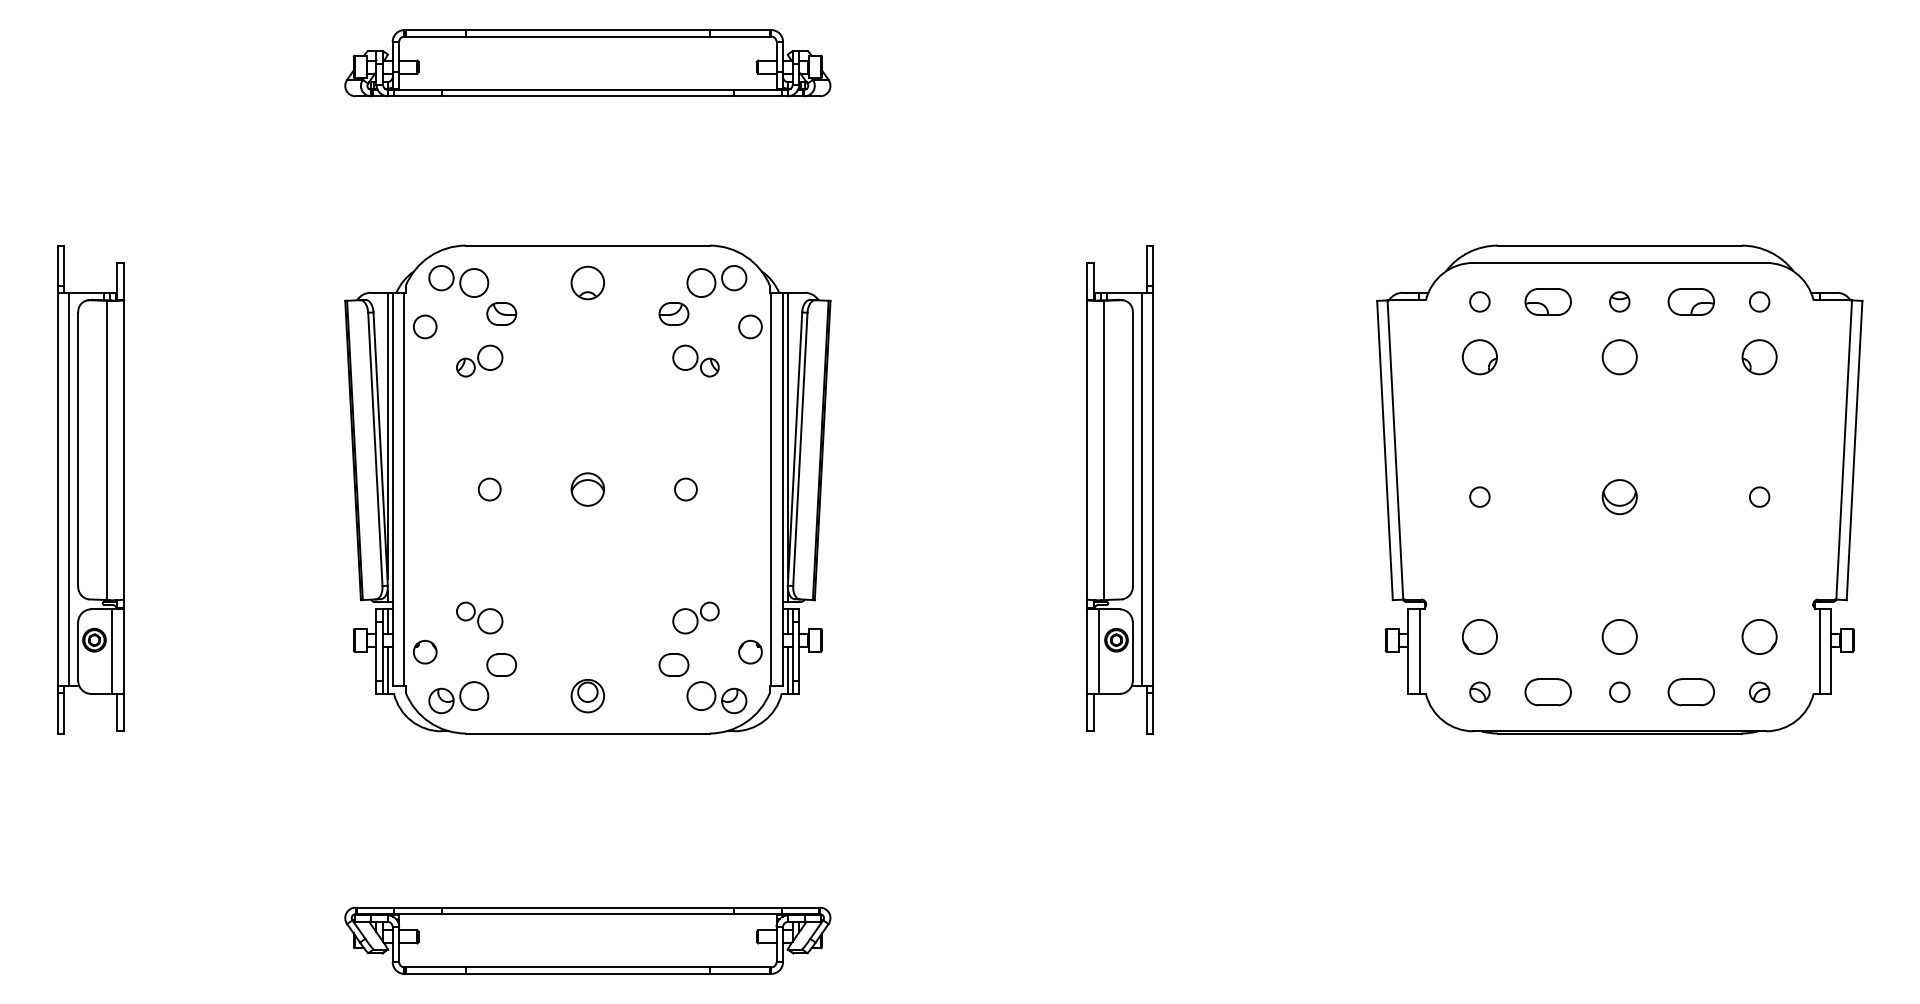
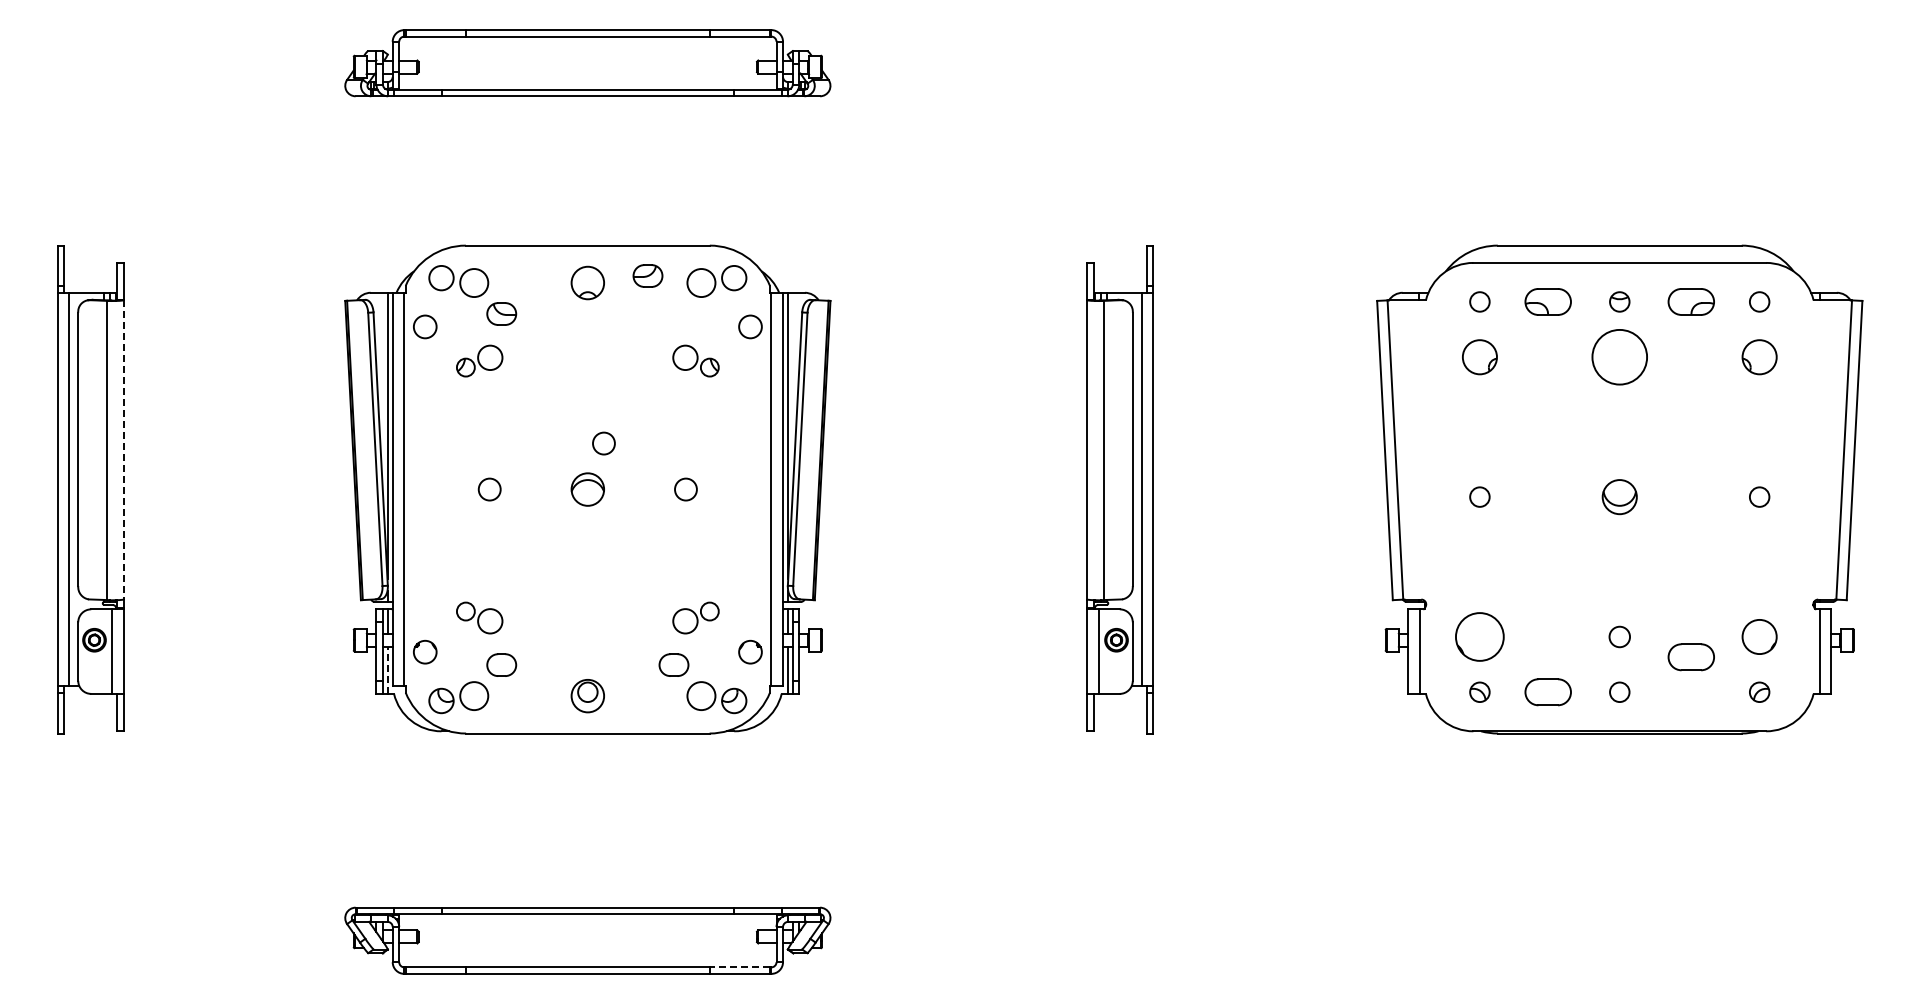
part at (673, 313) position: (673, 313) -> (647, 275)
circle at (1619, 357) diameter: 34 px -> 55 px
circle at (603, 443): none -> present
line at (123, 450): solid -> dashed
circle at (1479, 636) size: 36x36 px -> 50x50 px
circle at (1619, 636) diameter: 34 px -> 20 px
line at (388, 670): solid -> dashed
part at (1690, 692) position: (1690, 692) -> (1690, 657)
line at (739, 967): solid -> dashed
